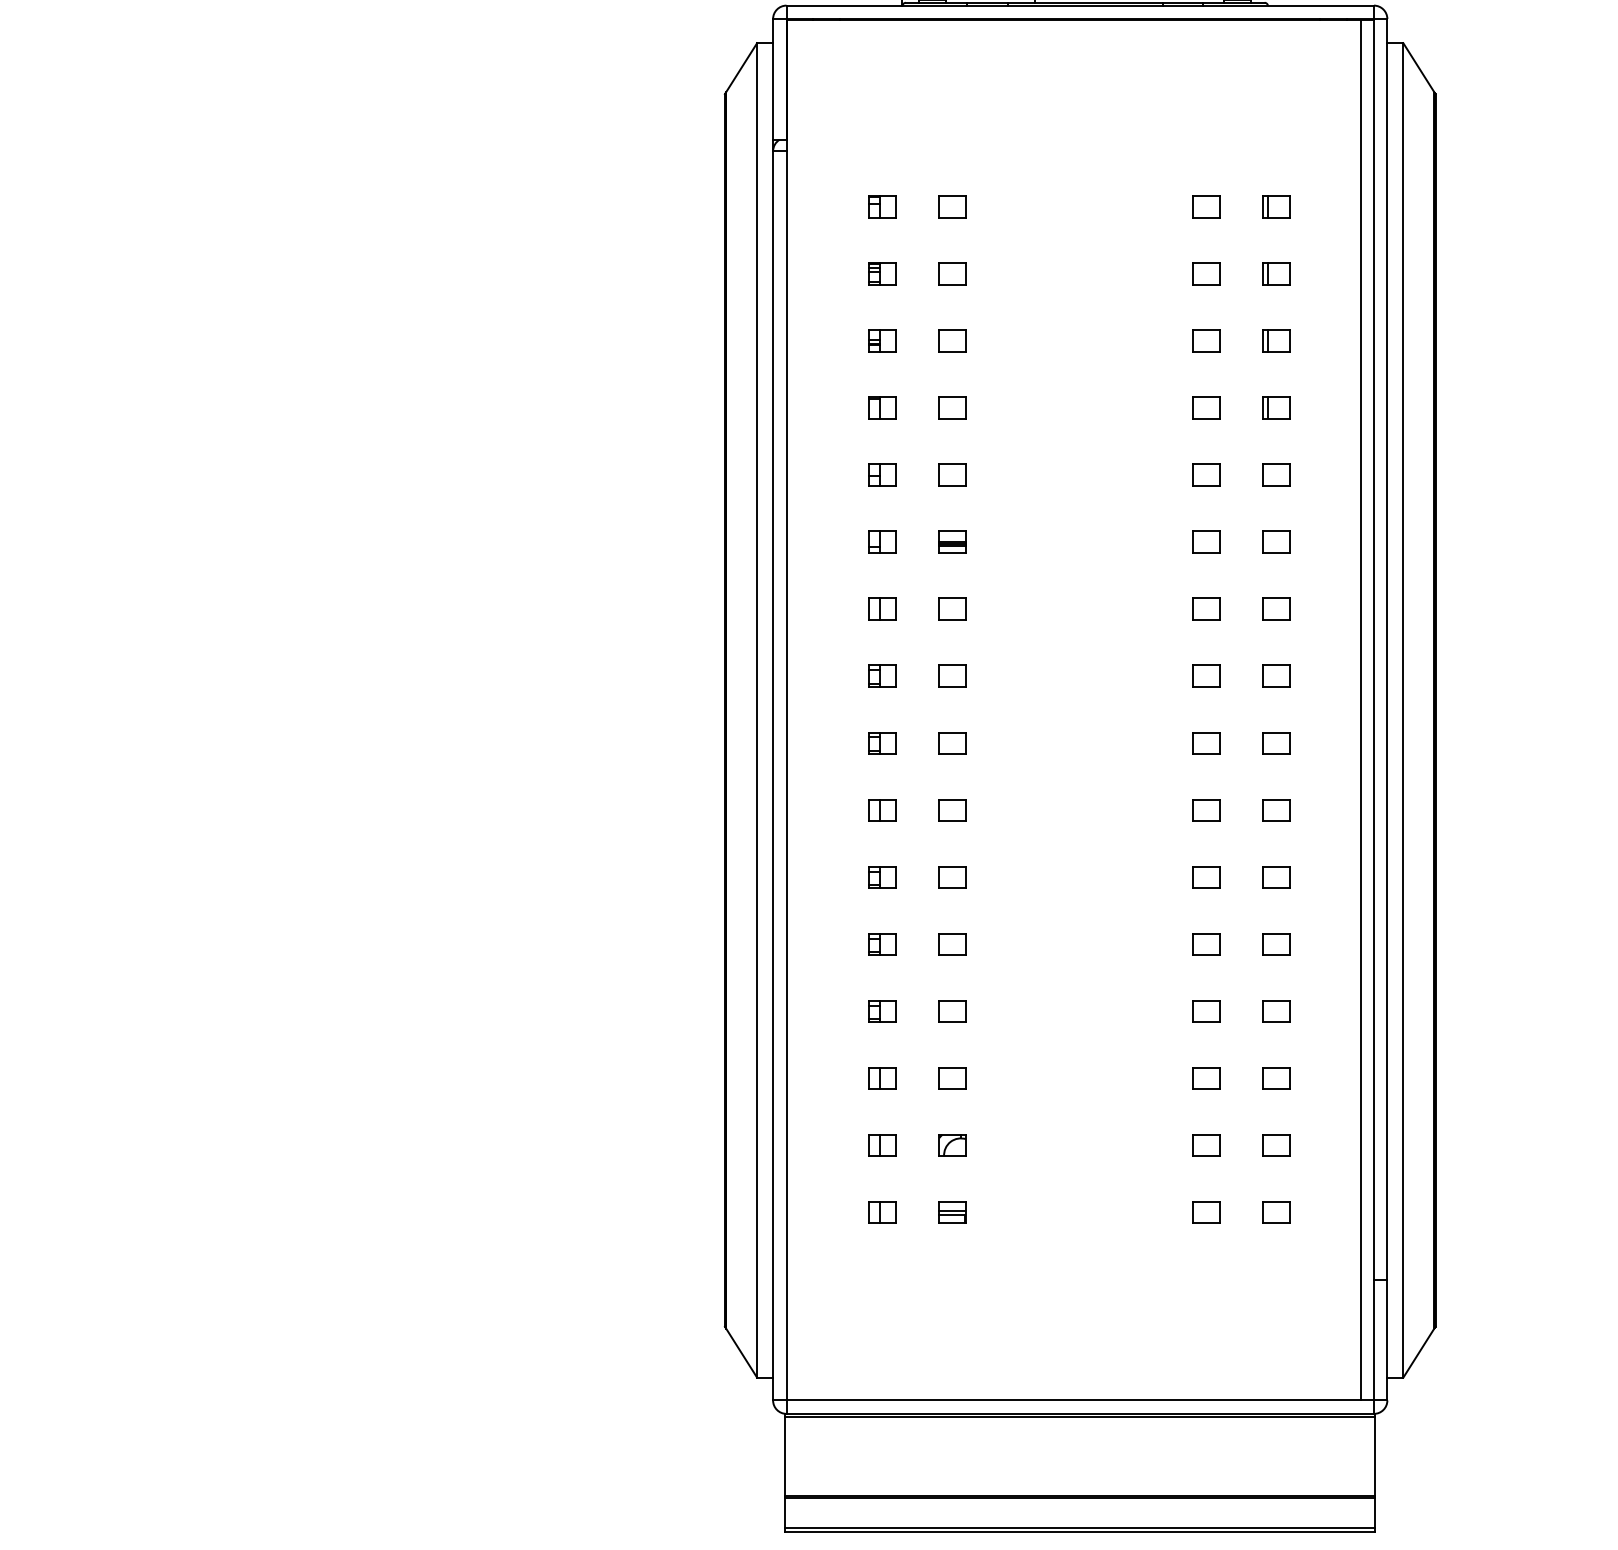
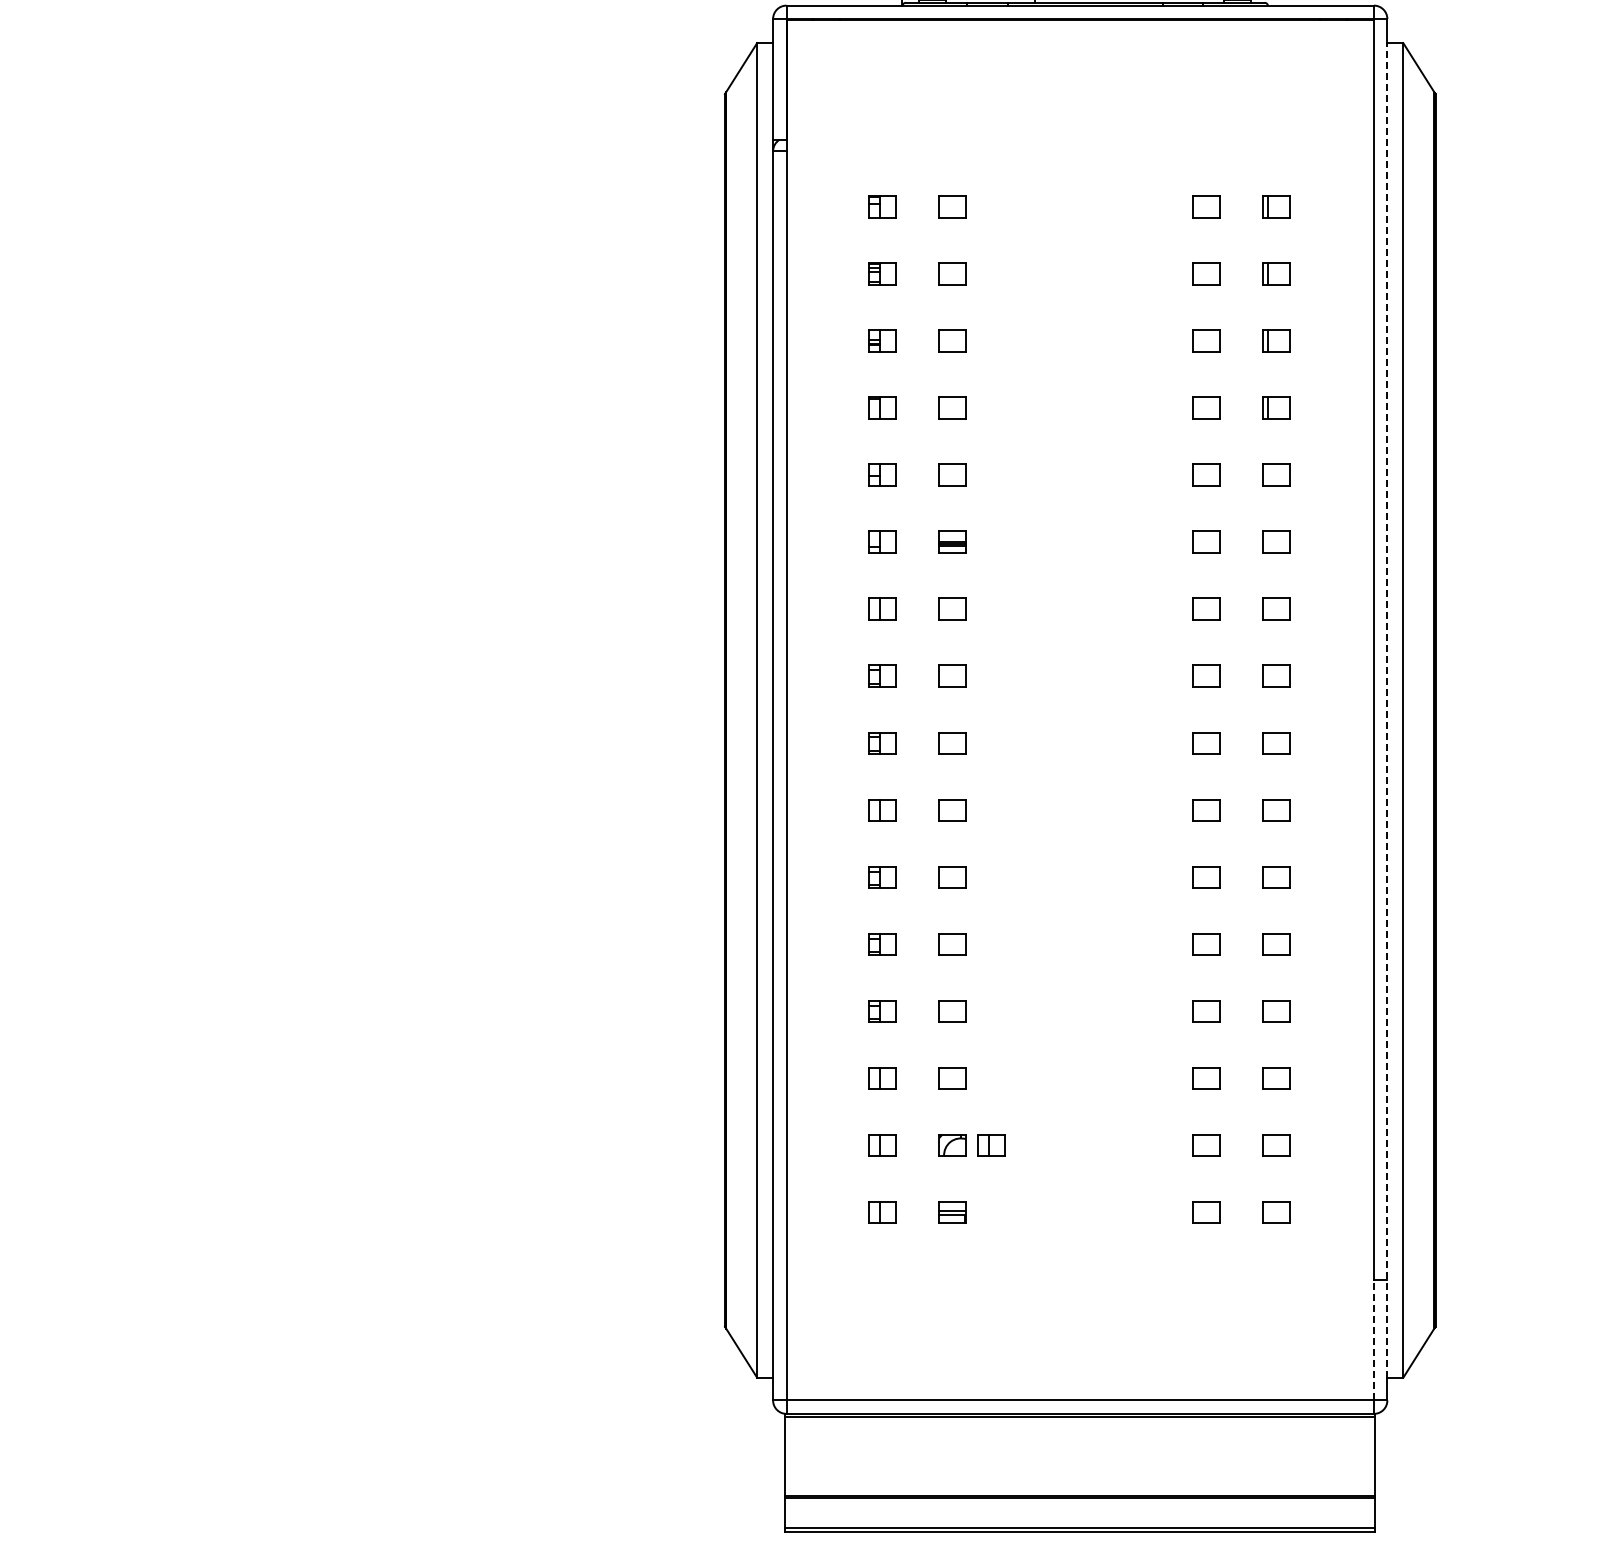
line at (1387, 709): solid -> dashed
line at (1360, 710): present -> none
part at (991, 1145): none -> present
line at (1373, 1339): solid -> dashed
